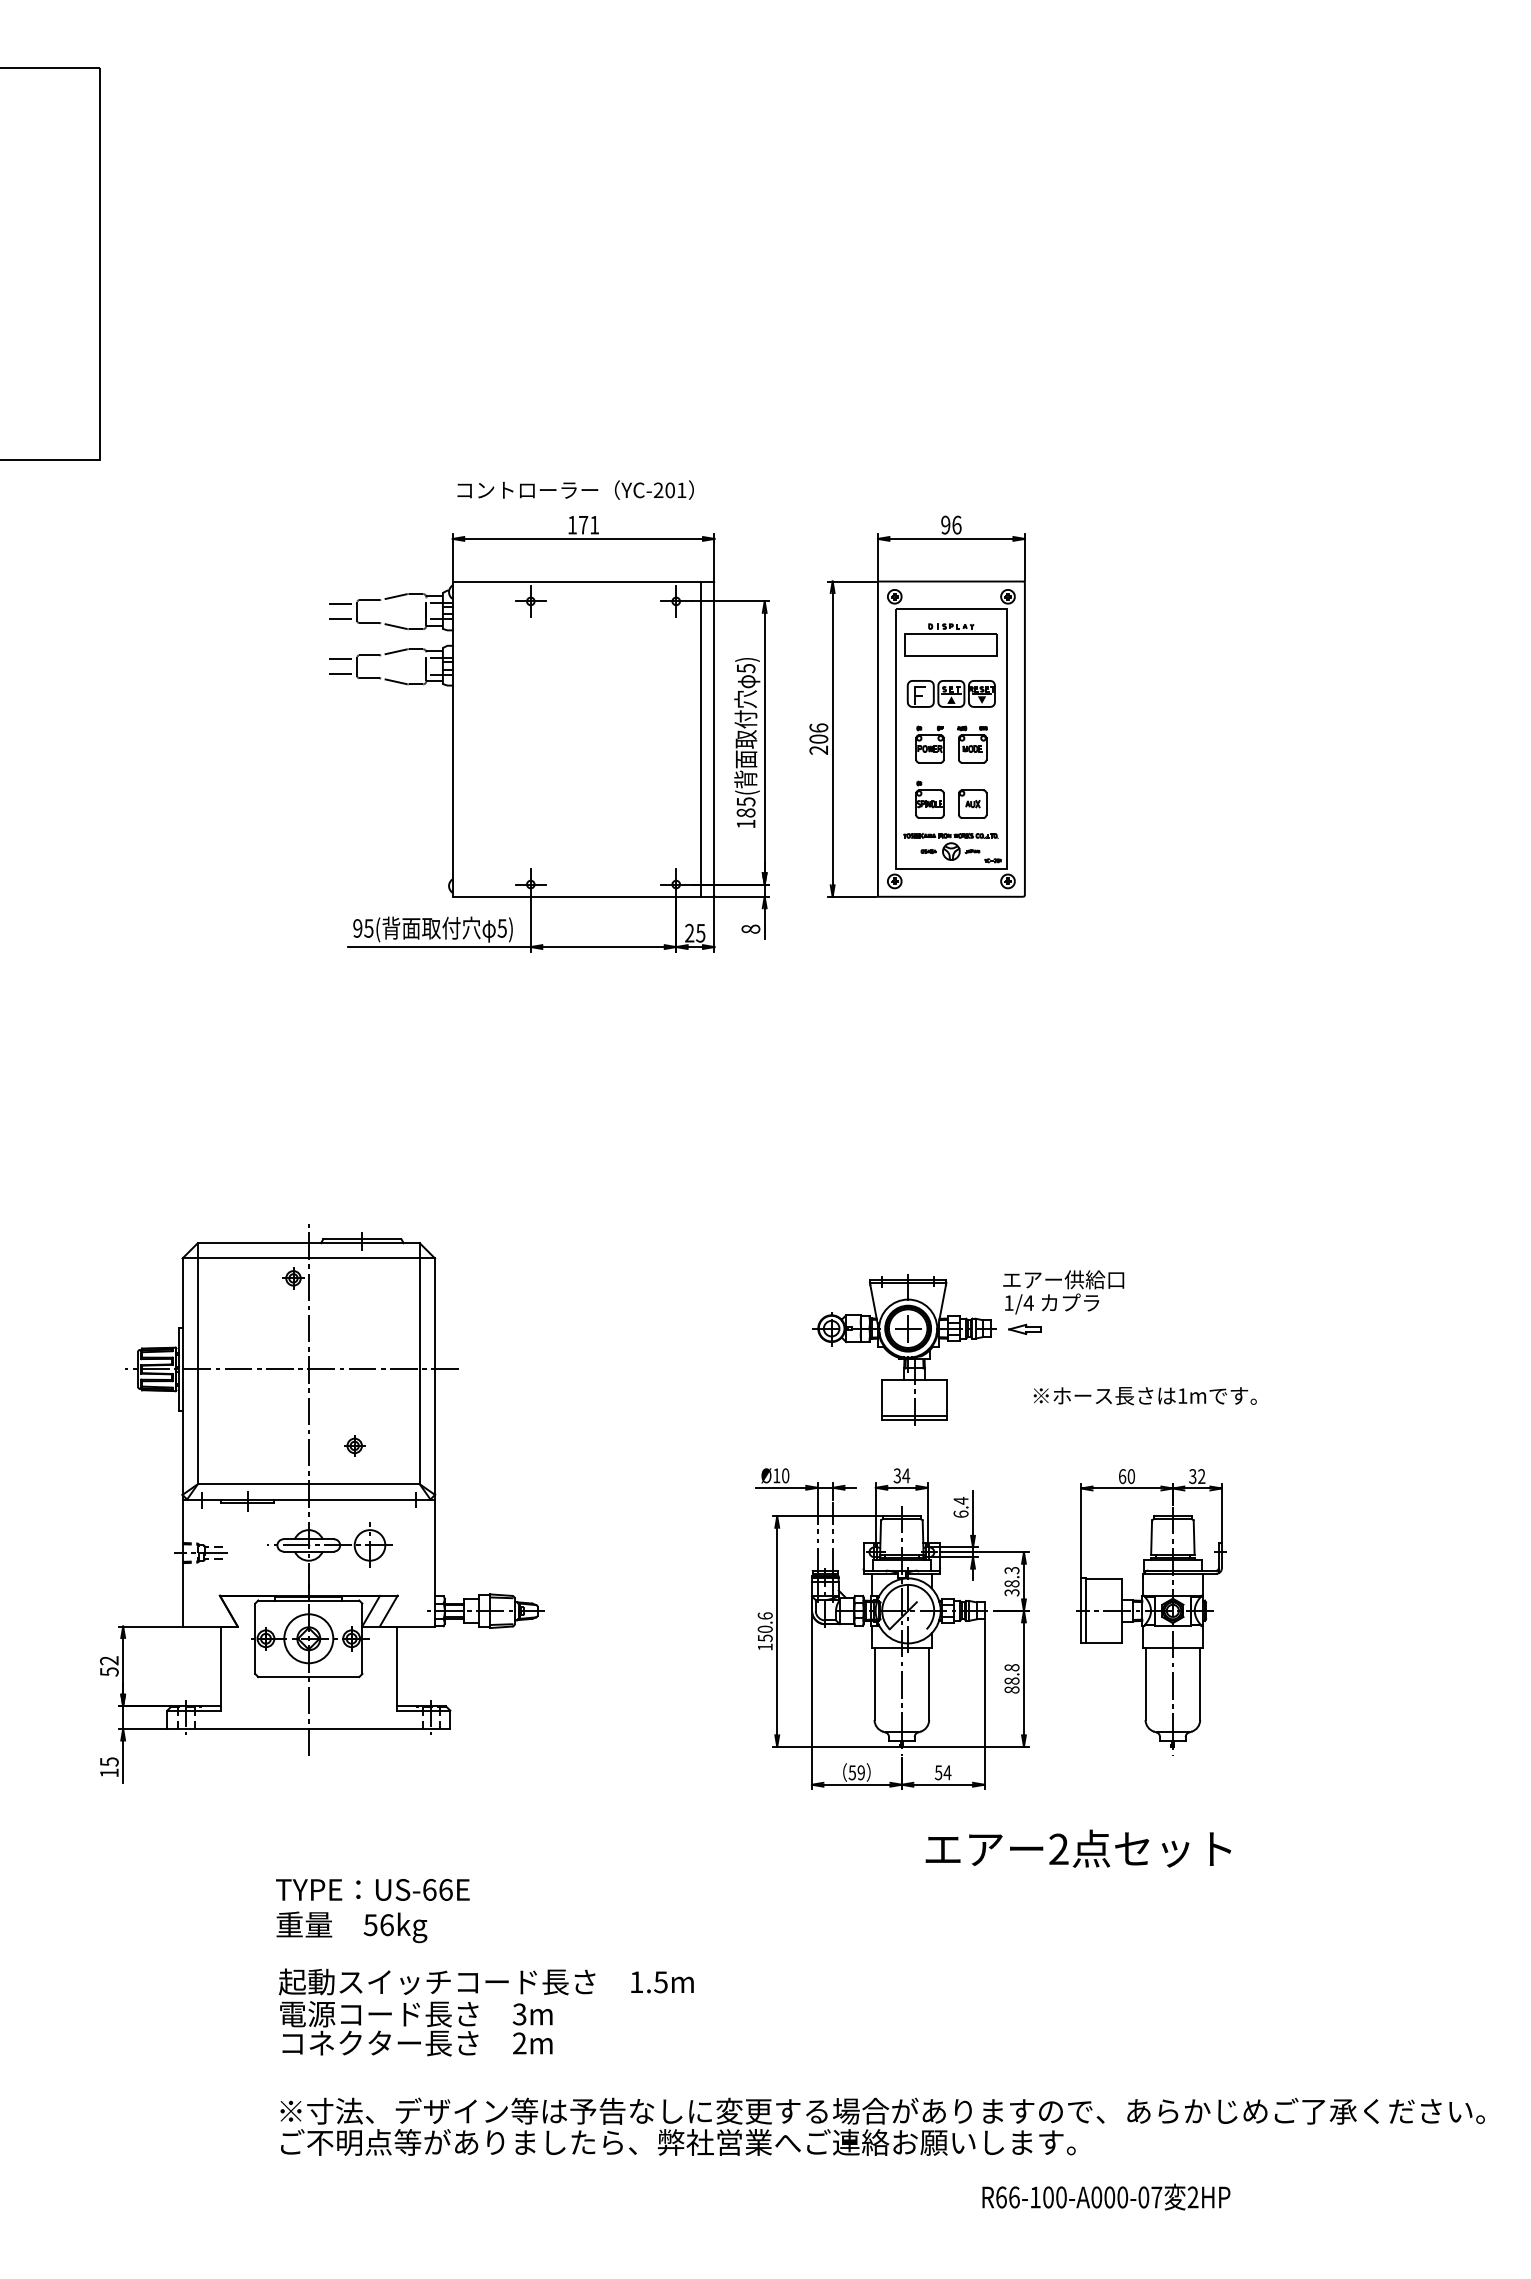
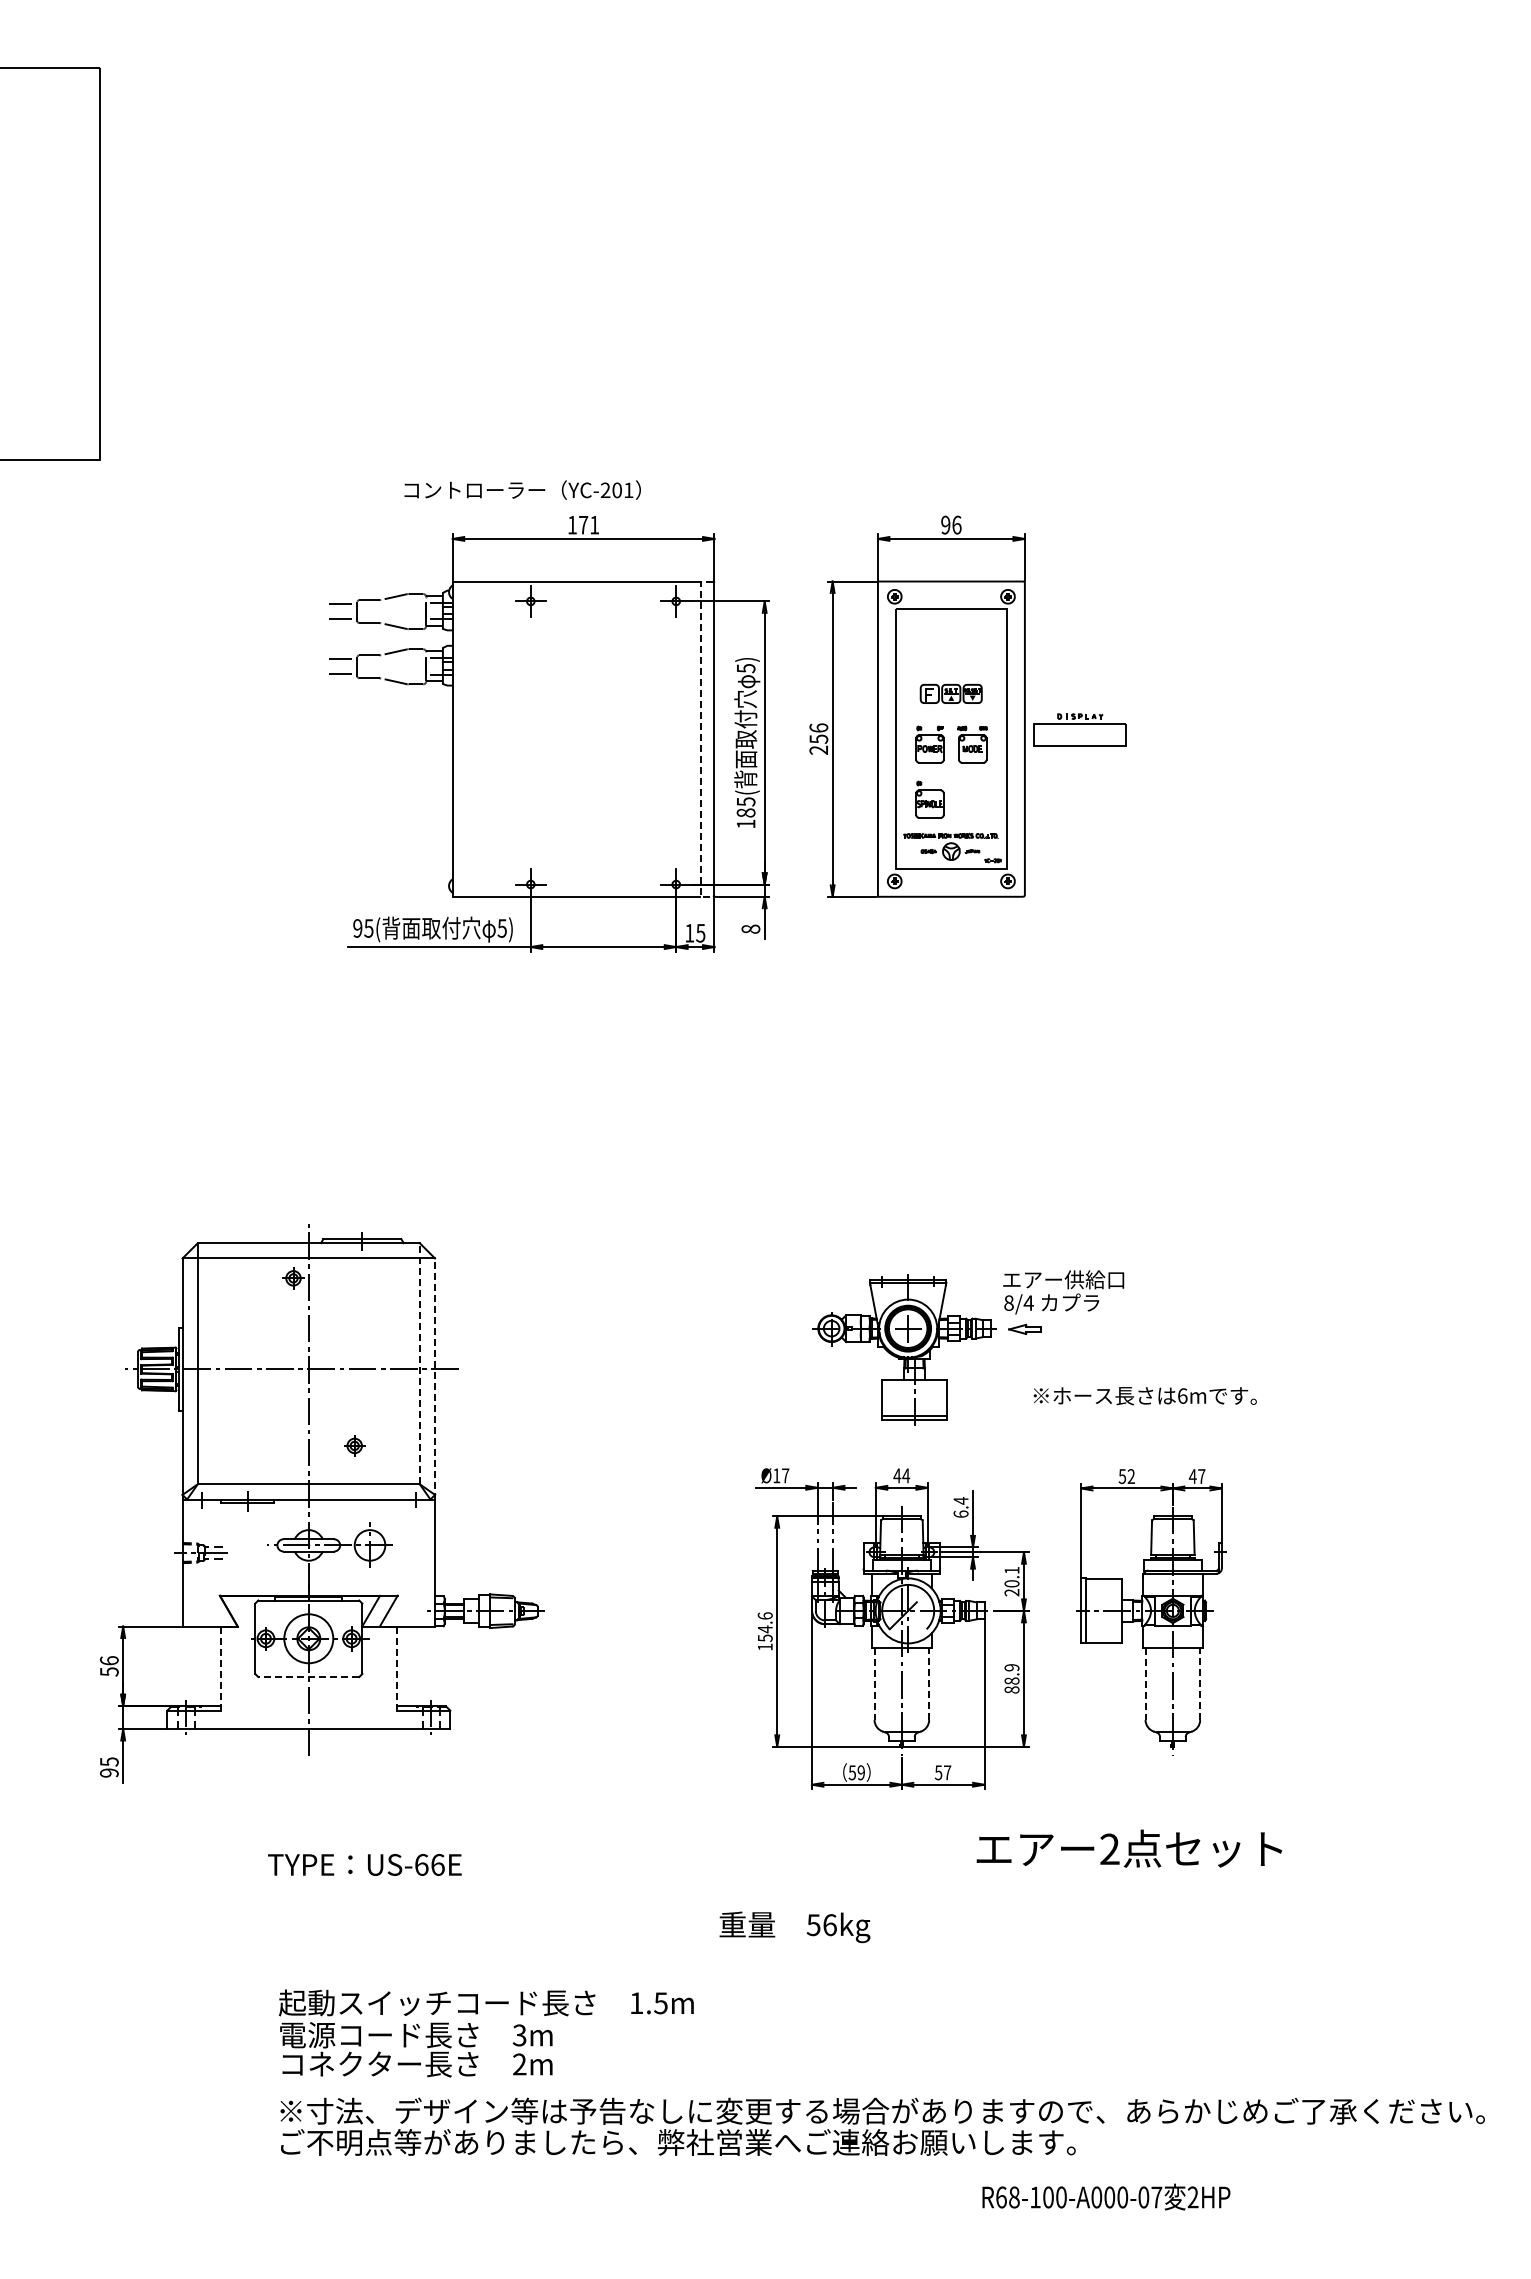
text at (575, 489) position: (575, 489) -> (522, 489)
part at (950, 639) position: (950, 639) -> (1079, 729)
part at (950, 693) size: 90x28 px -> 64x20 px
text at (818, 738): 206 -> 256
line at (700, 739): solid -> dashed
part at (972, 803): present -> none
text at (689, 932): 25 -> 15
text at (1008, 1302): 1/4 -> 8/4
line at (419, 1363): solid -> dashed
line at (435, 1378): solid -> dashed
text at (1182, 1395): 1m -> 6m
text at (785, 1475): Ø10 -> Ø17
text at (897, 1475): 34 -> 44
text at (1126, 1476): 60 -> 52
text at (1196, 1476): 32 -> 47
text at (1011, 1581): 38.3 -> 20.1
text at (764, 1629): 150.6 -> 154.6
text at (109, 1660): 52 -> 56
text at (1011, 1667): 88.8 -> 88.9
line at (220, 1669): solid -> dashed
line at (396, 1669): solid -> dashed
line at (308, 1677): solid -> dashed
line at (874, 1684): solid -> dashed
line at (929, 1684): solid -> dashed
line at (1145, 1684): solid -> dashed
line at (1200, 1684): solid -> dashed
text at (109, 1772): 15 -> 95
text at (947, 1772): 54 -> 57
text at (1078, 1848) position: (1078, 1848) -> (1129, 1848)
text at (372, 1889) position: (372, 1889) -> (364, 1864)
text at (351, 1927) position: (351, 1927) -> (794, 1927)
text at (485, 2012) position: (485, 2012) -> (485, 2033)
text at (1014, 2197): R66-100-A000-07 -> R68-100-A000-07
